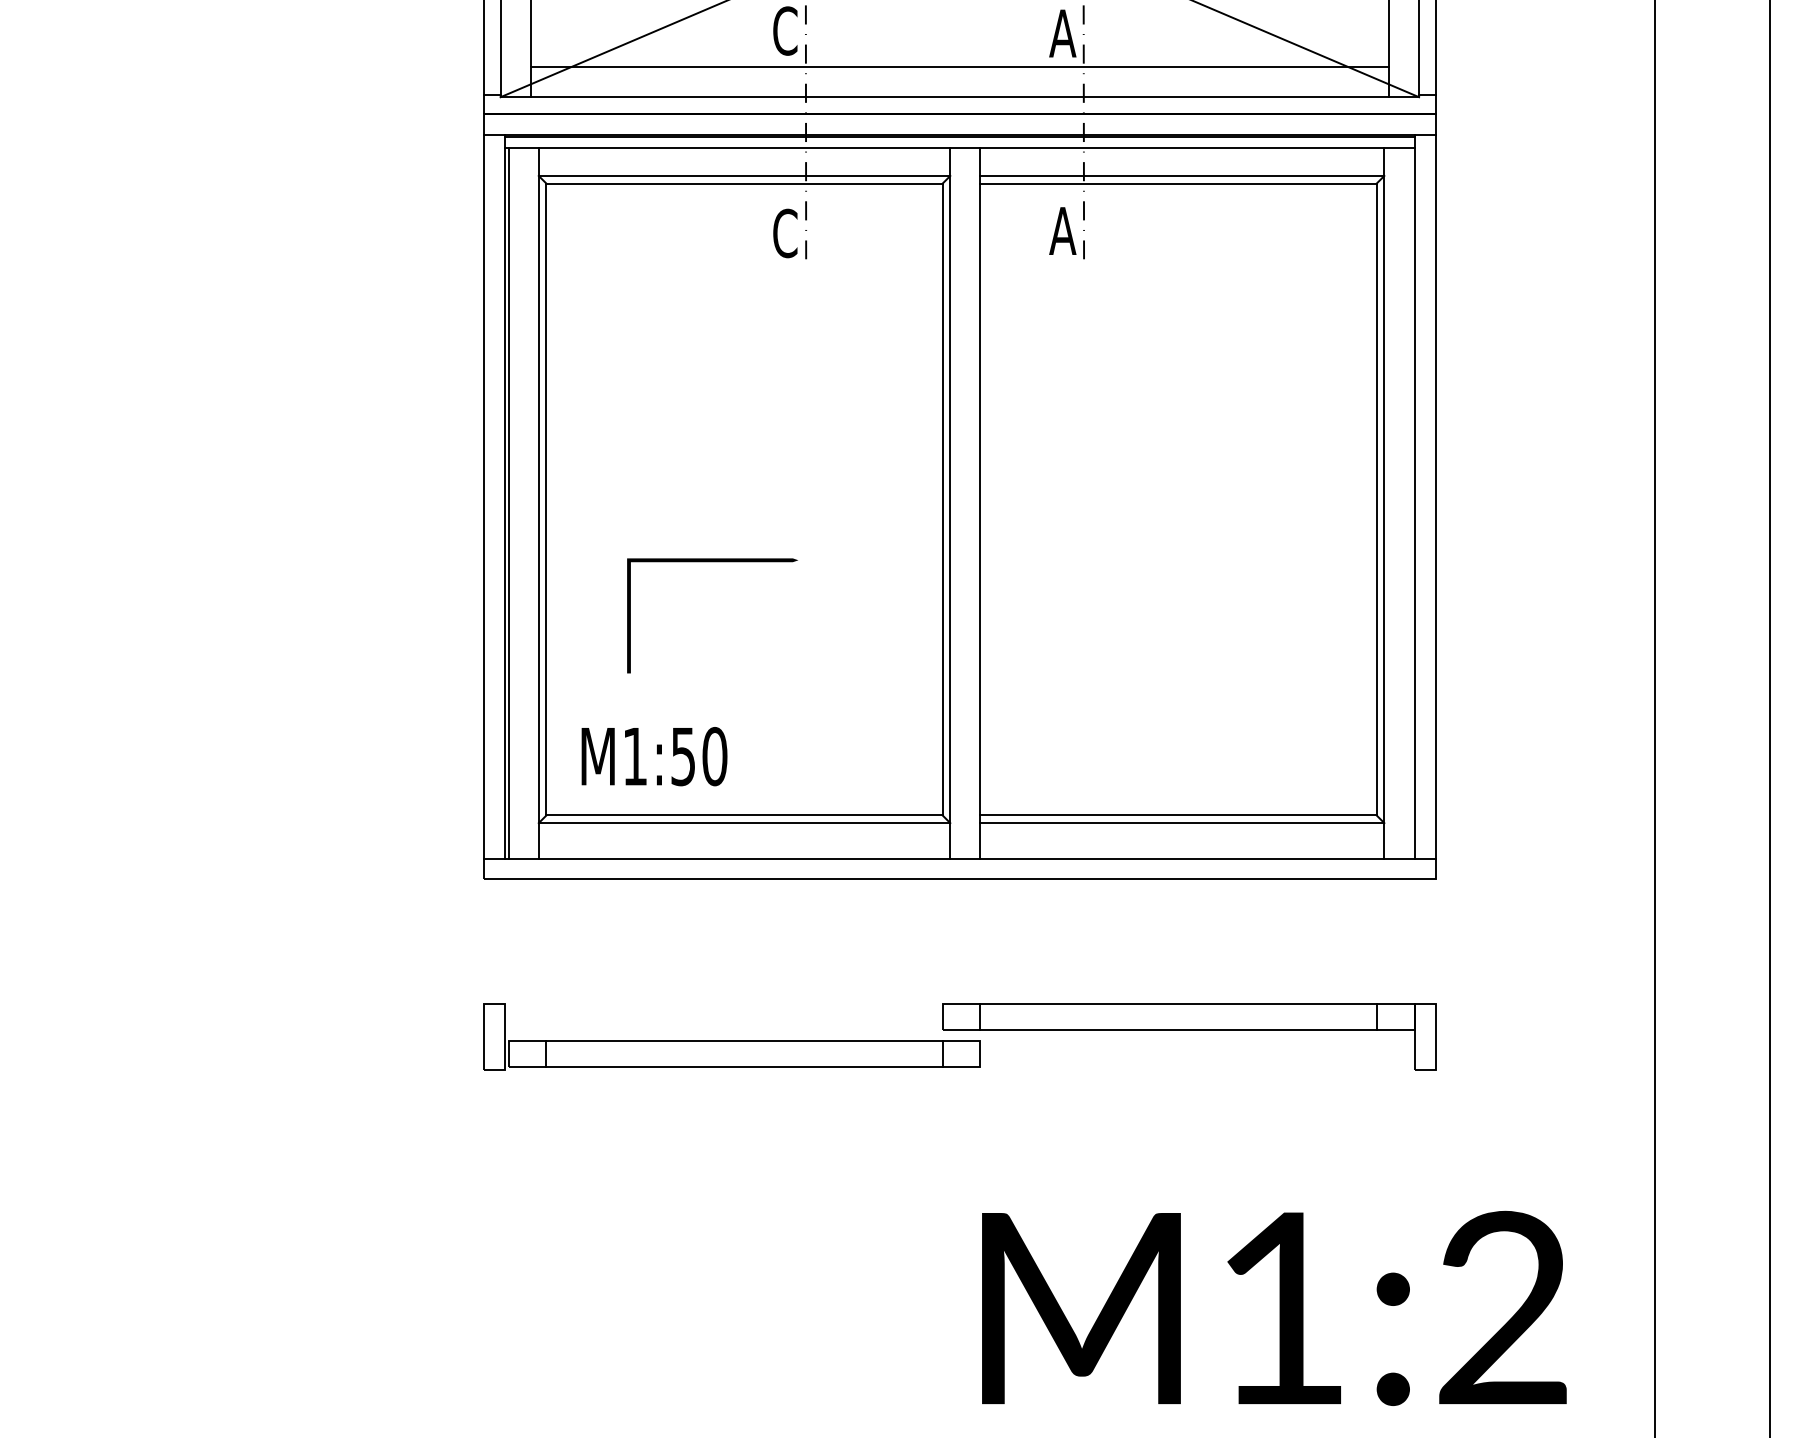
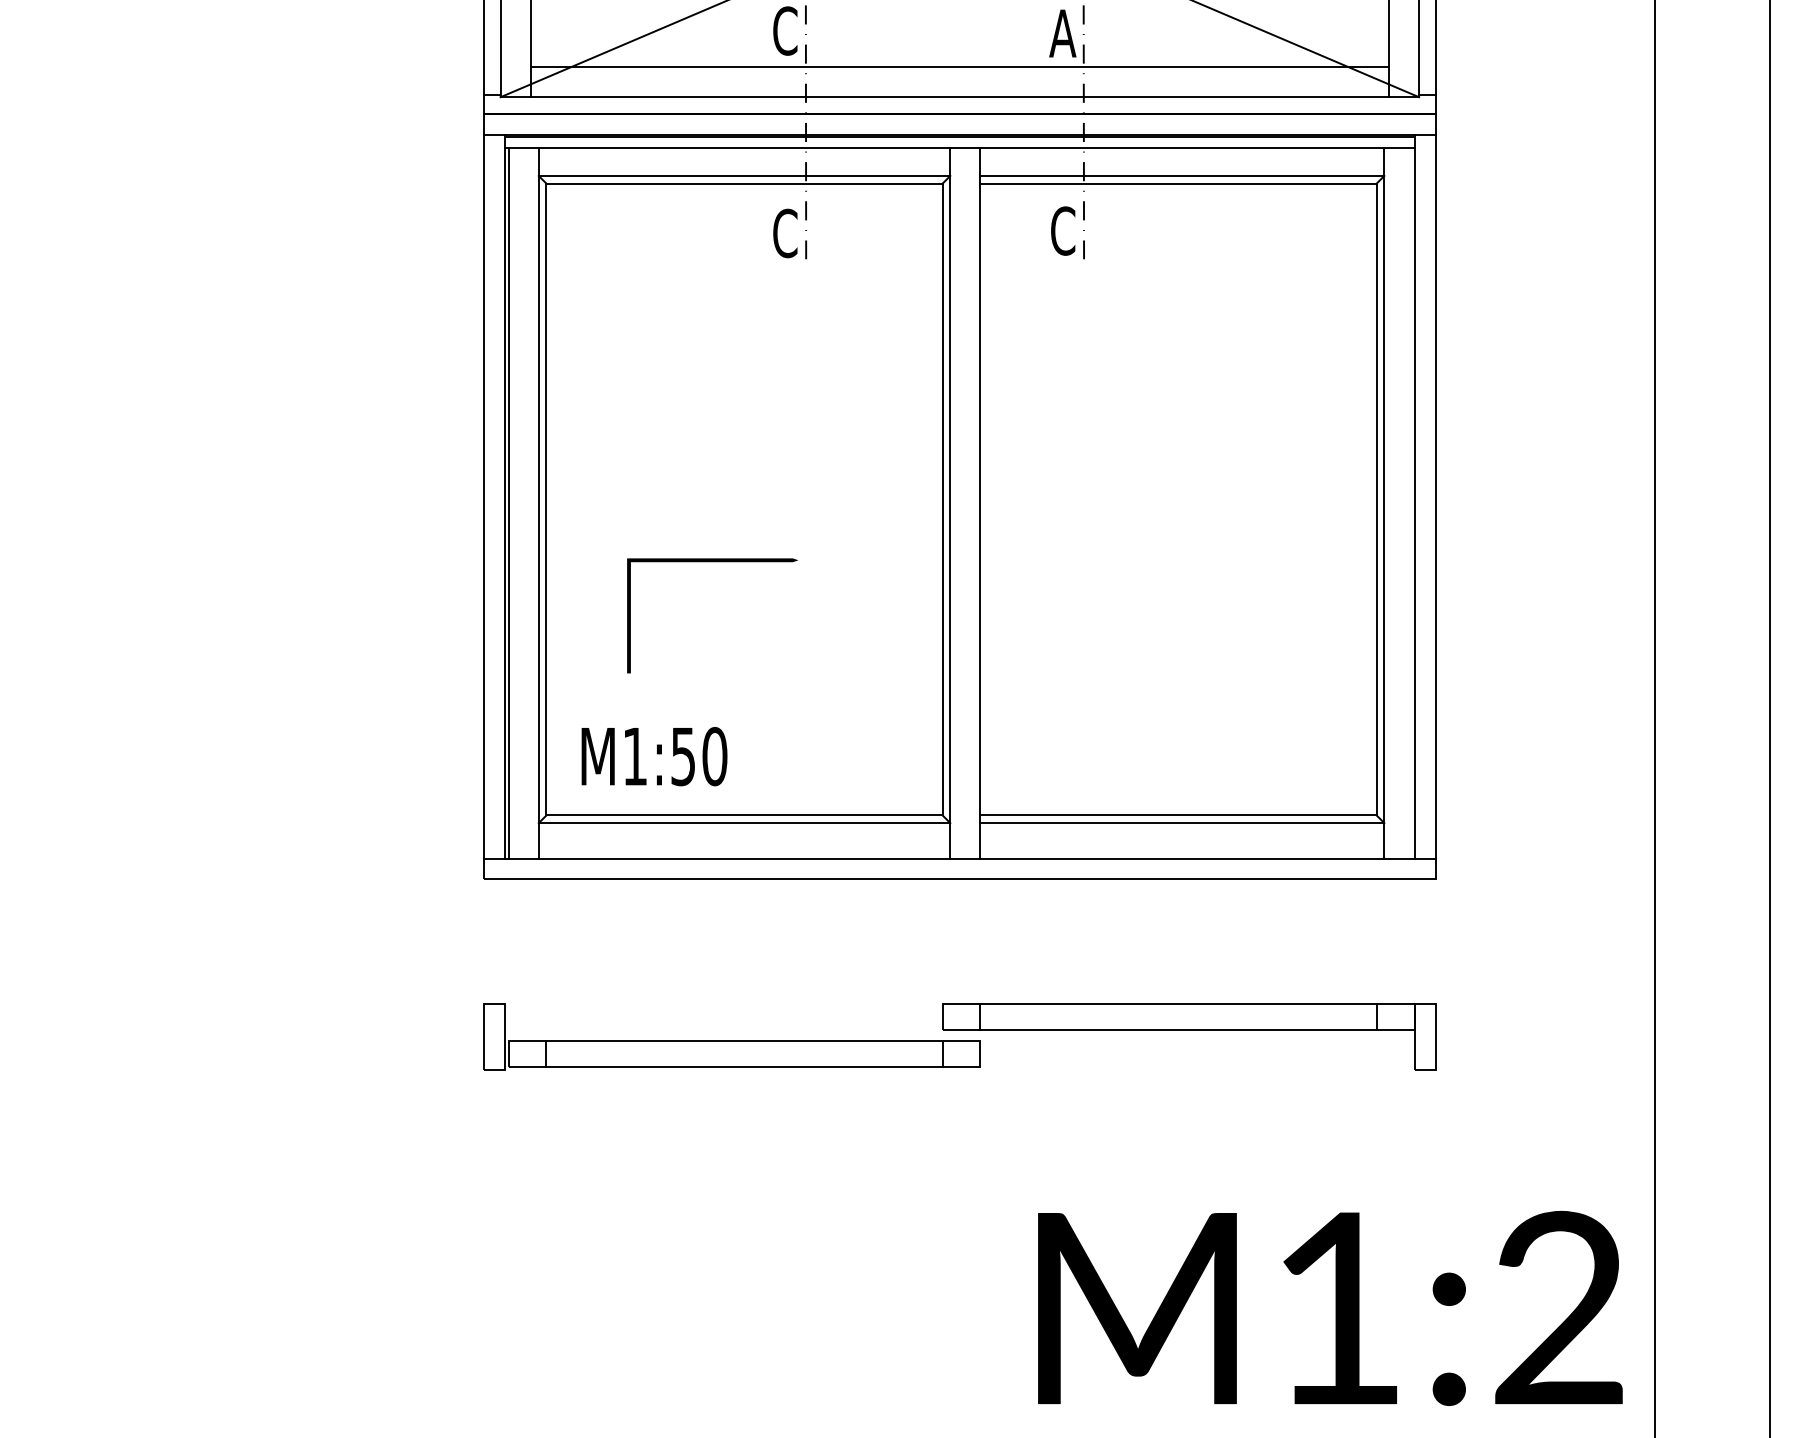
text at (1062, 230): A -> C
text at (1274, 1307) position: (1274, 1307) -> (1330, 1307)
